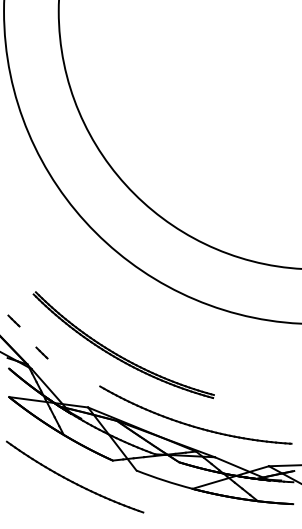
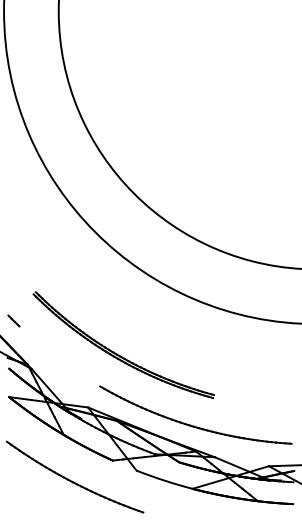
line at (41, 352): present -> none
